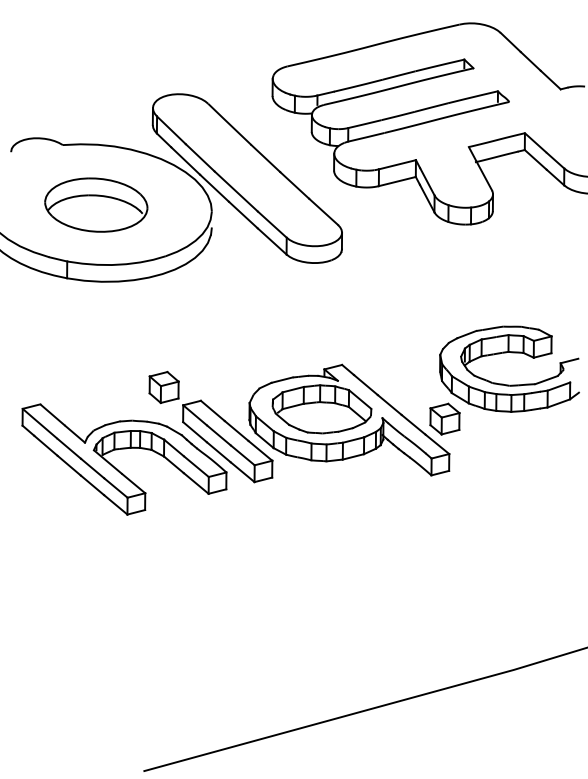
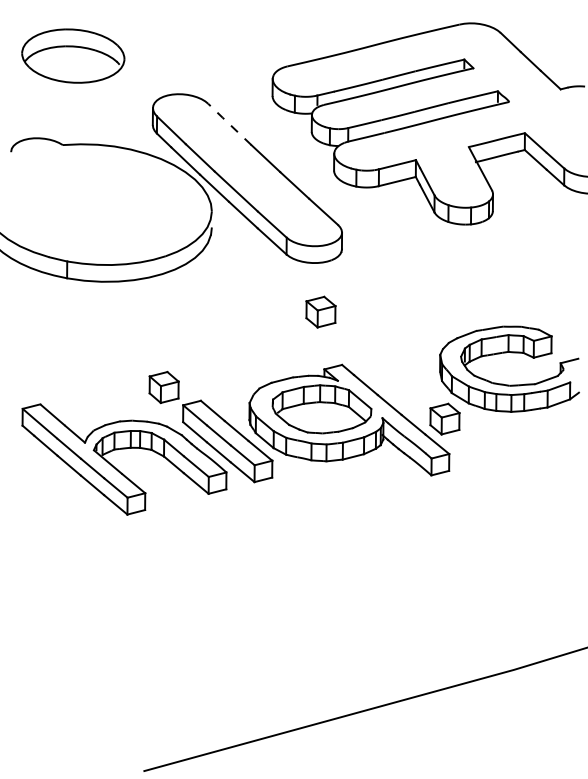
line at (229, 123): solid -> dashed
part at (96, 204) position: (96, 204) -> (73, 55)
part at (320, 311): none -> present
